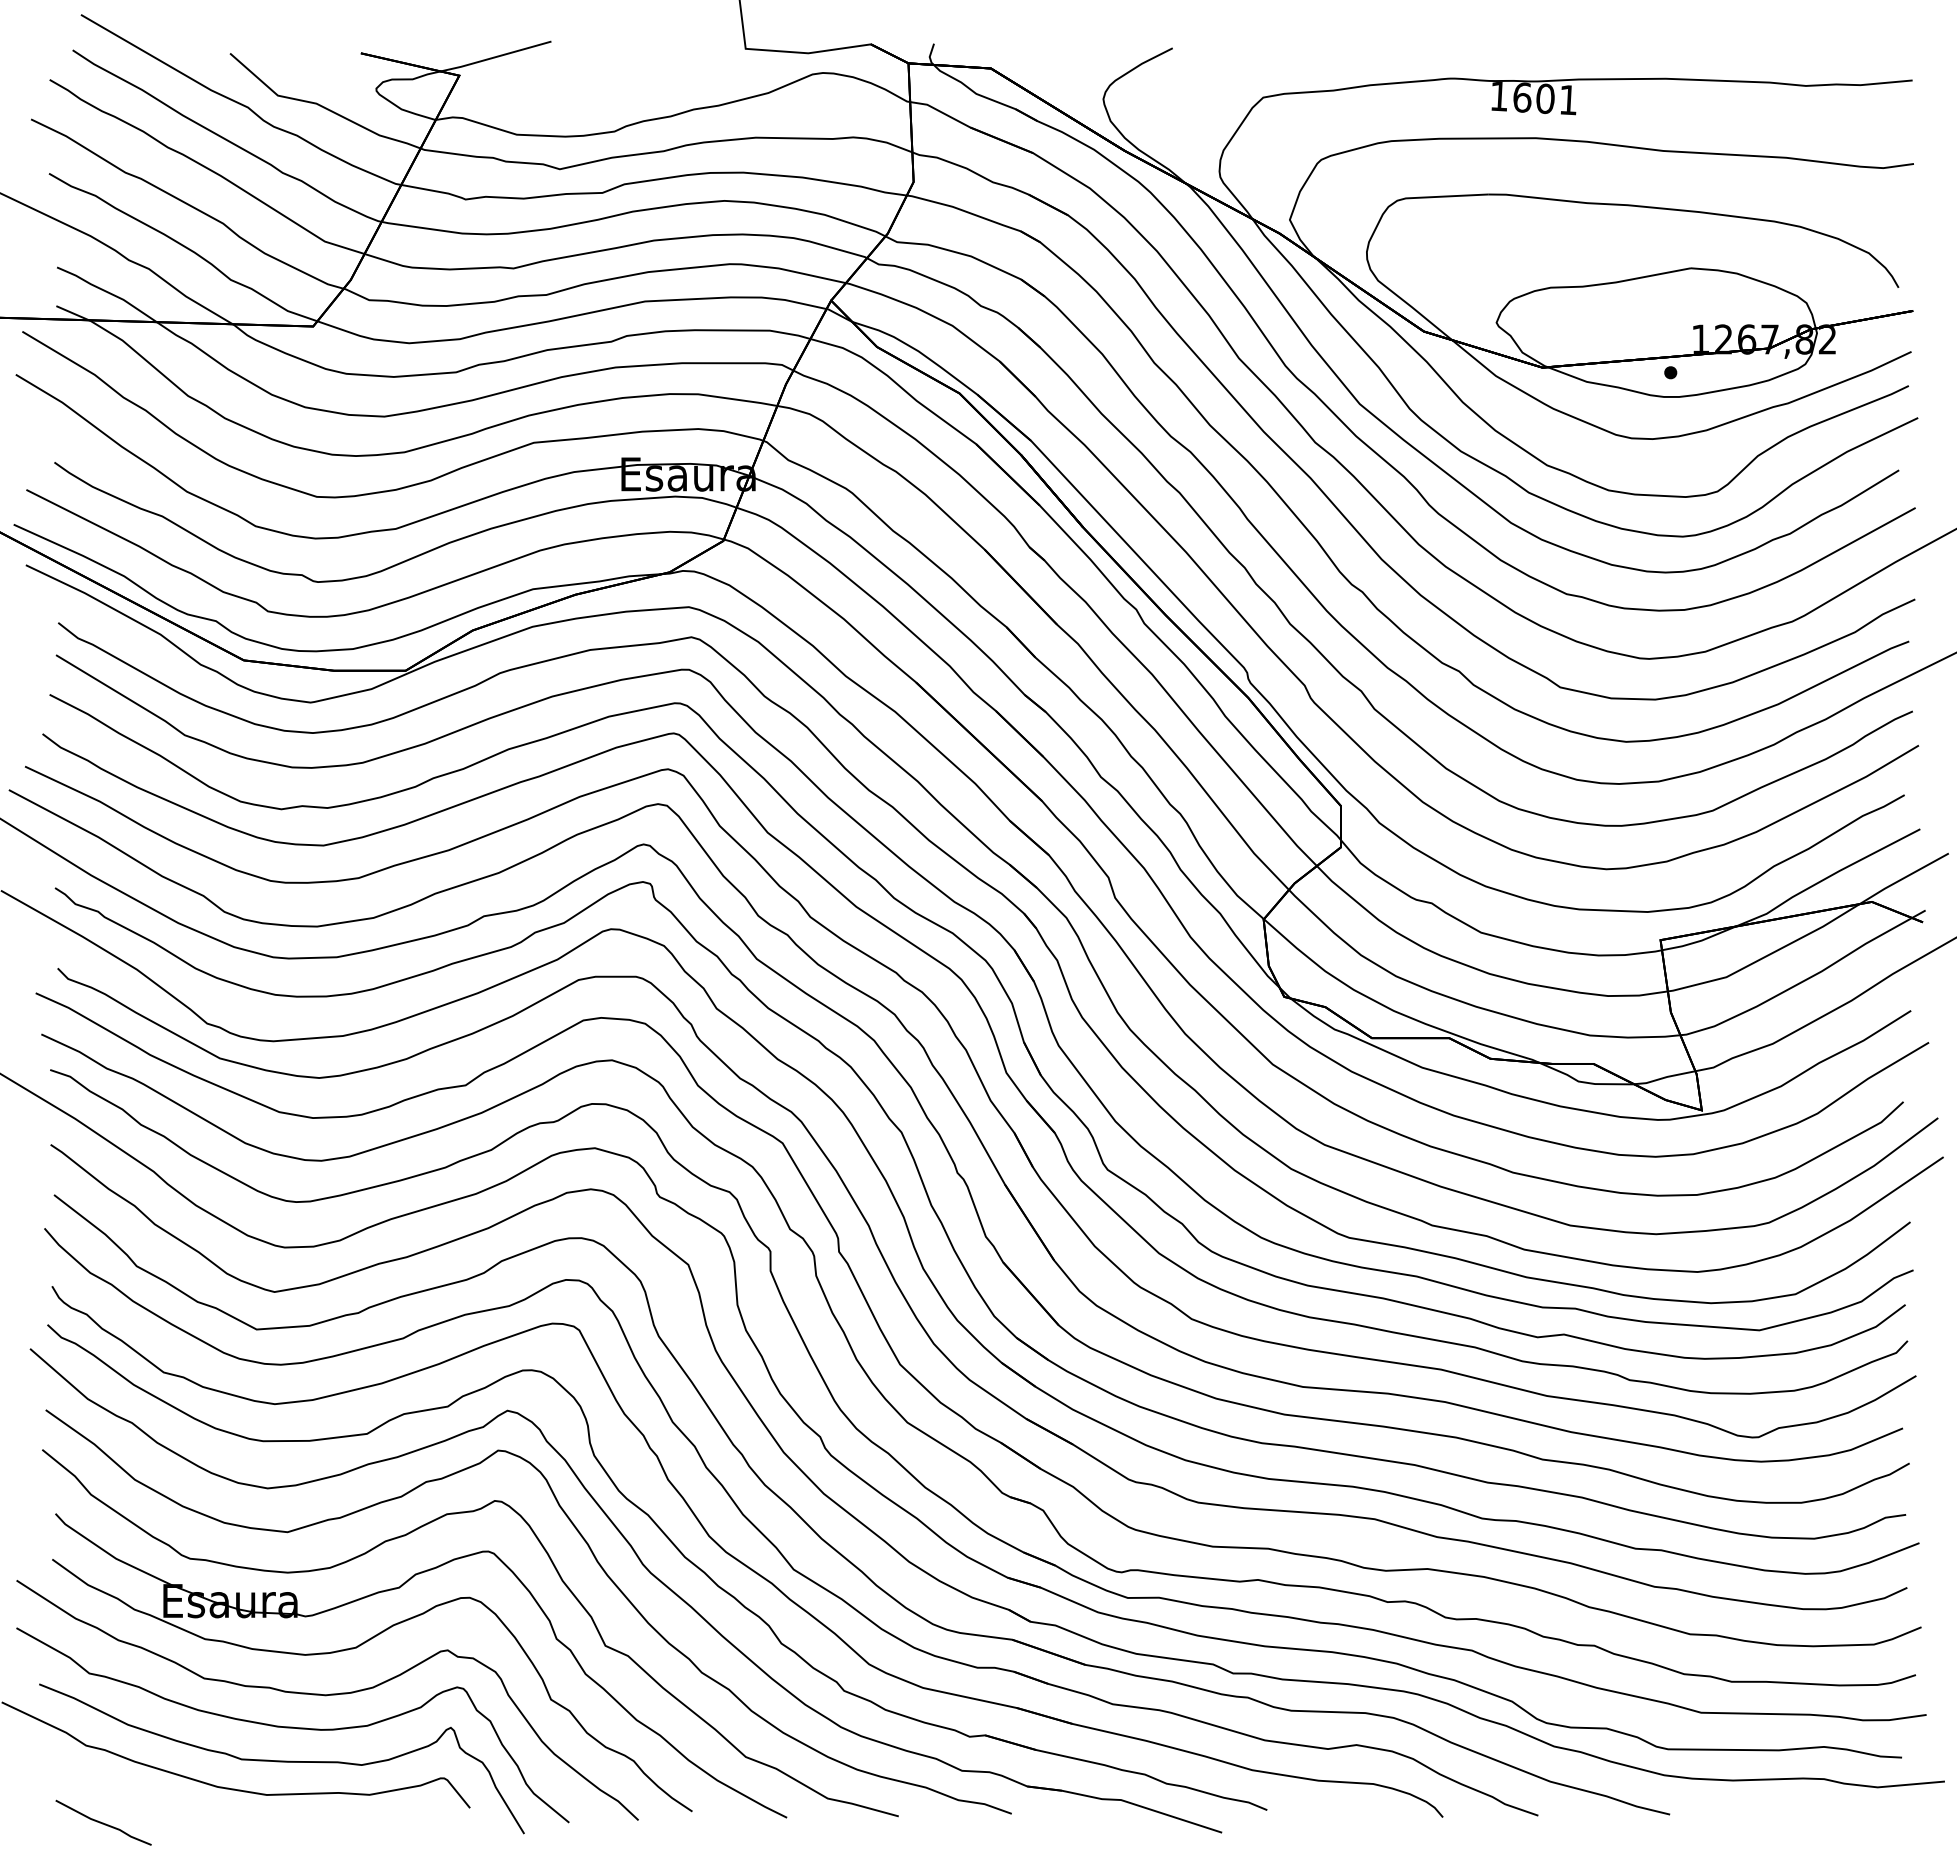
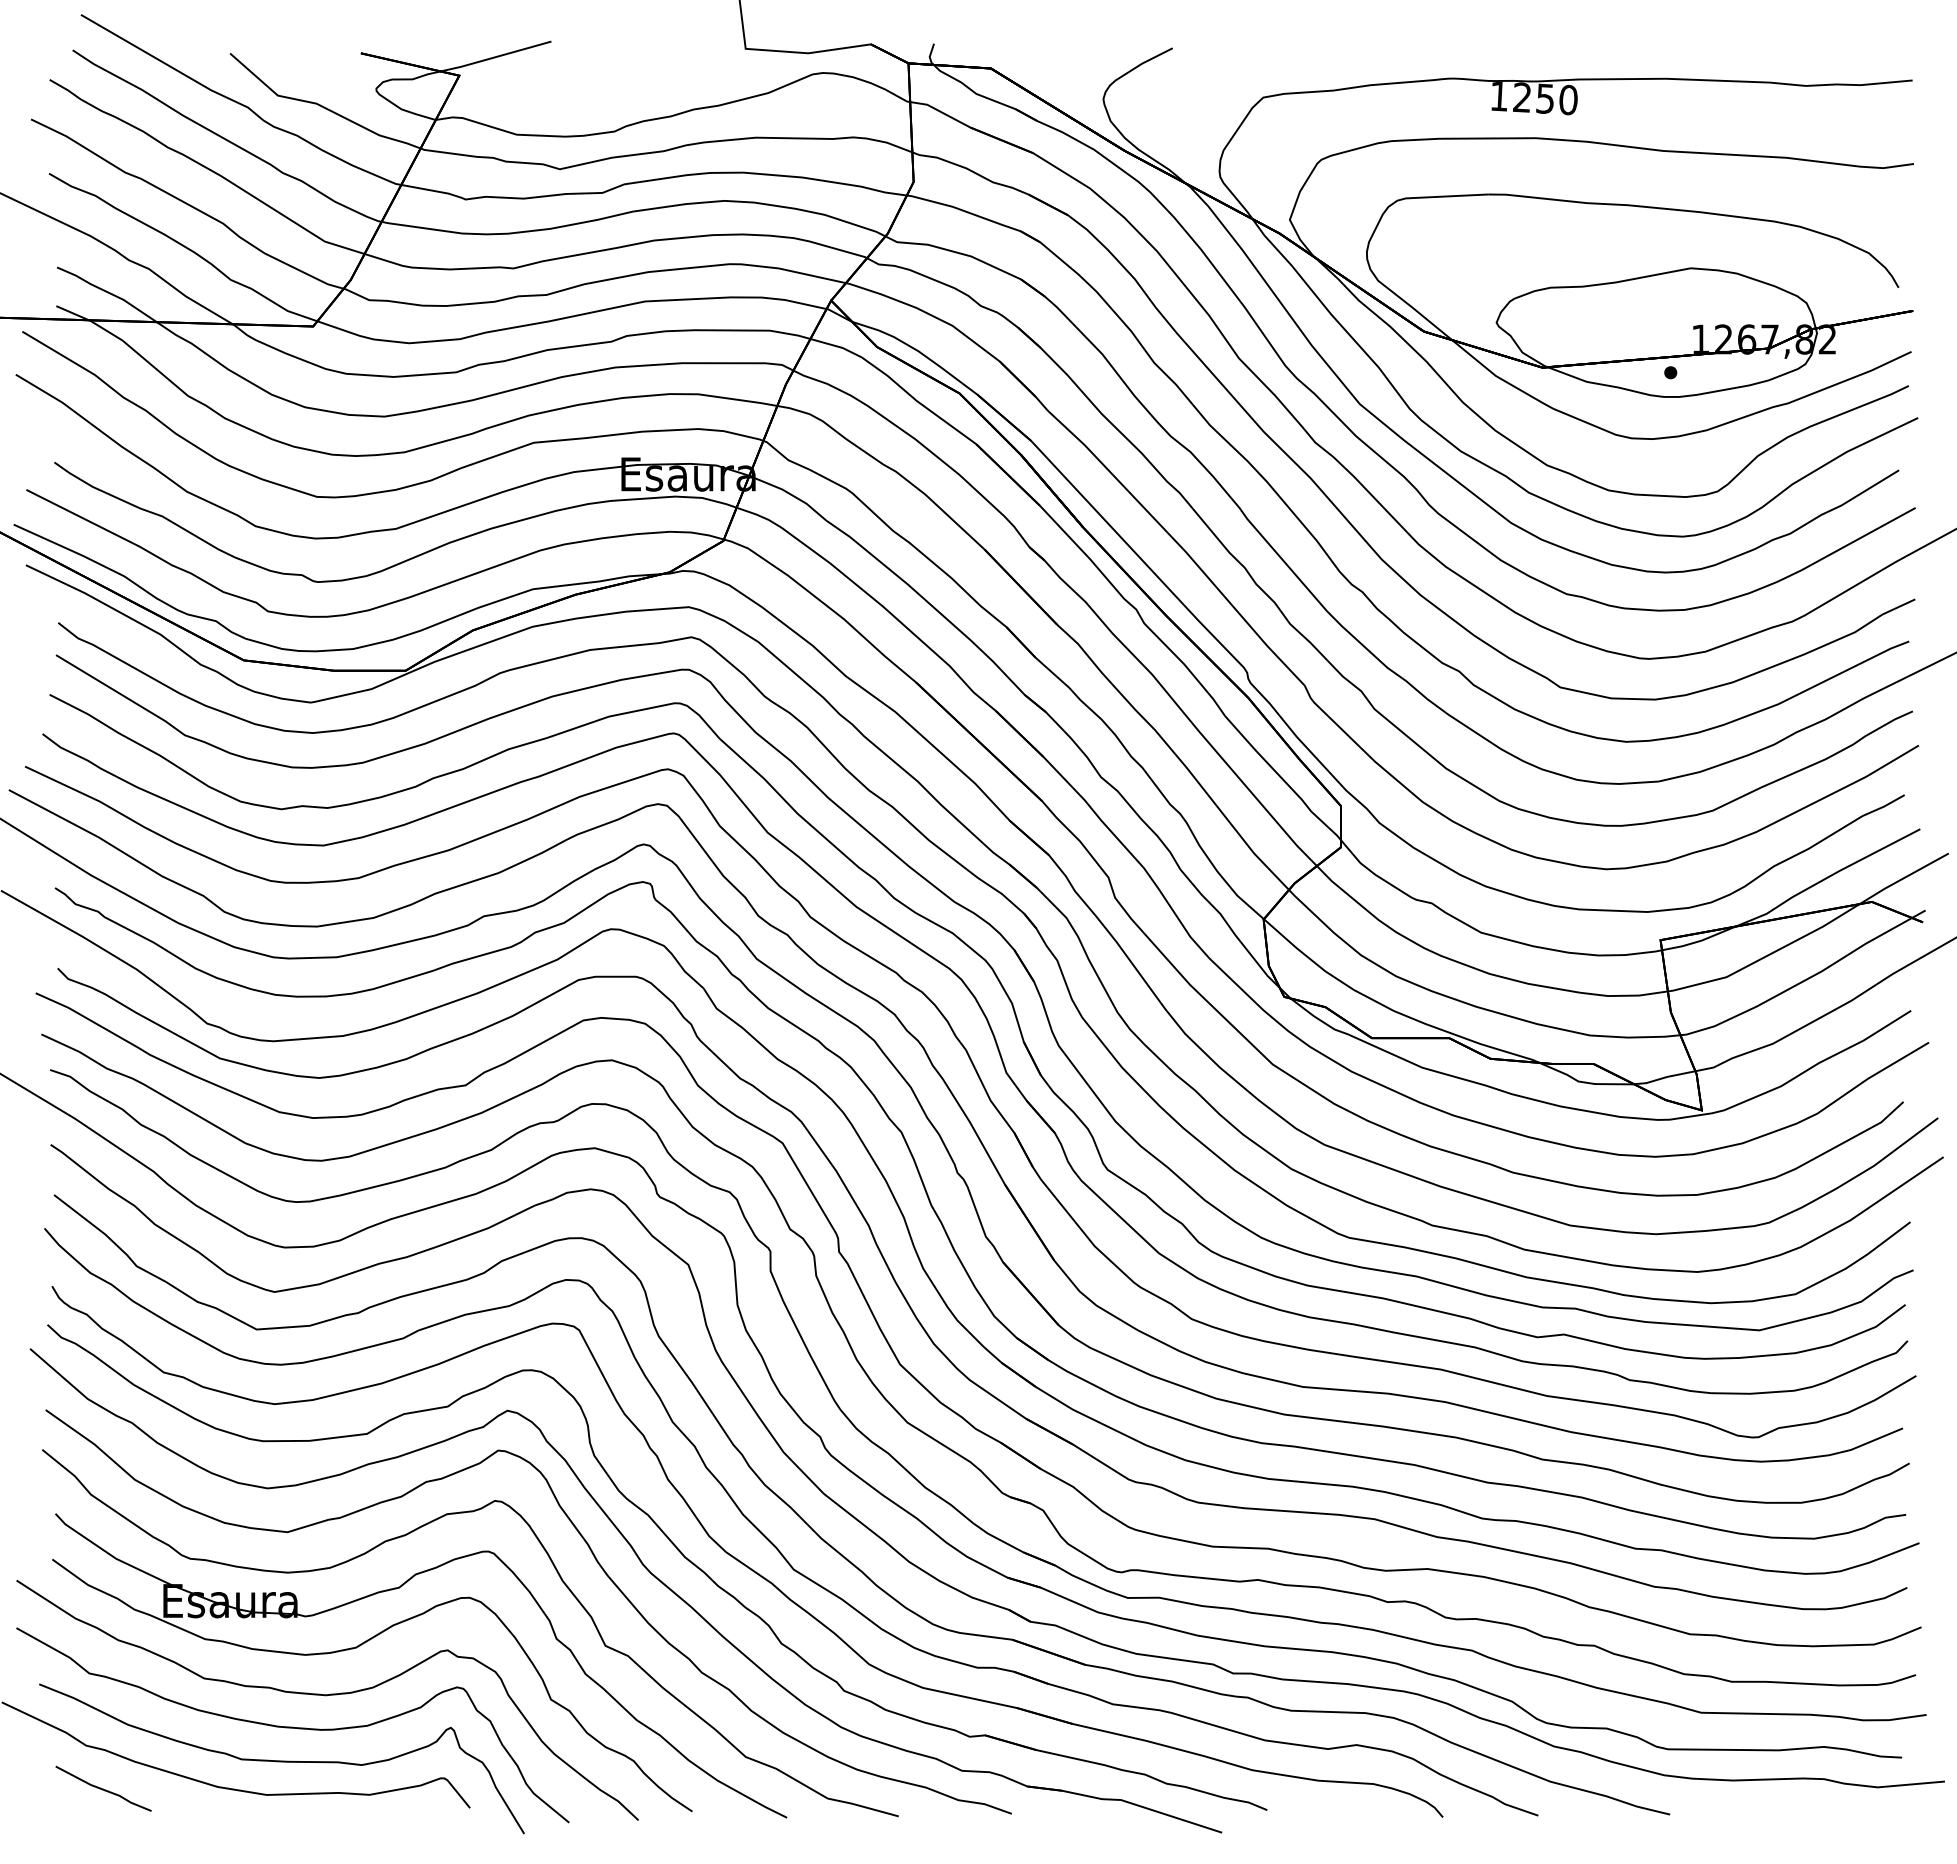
text at (1545, 98): 1601 -> 1250
line at (103, 1822) position: (103, 1822) -> (103, 1788)
